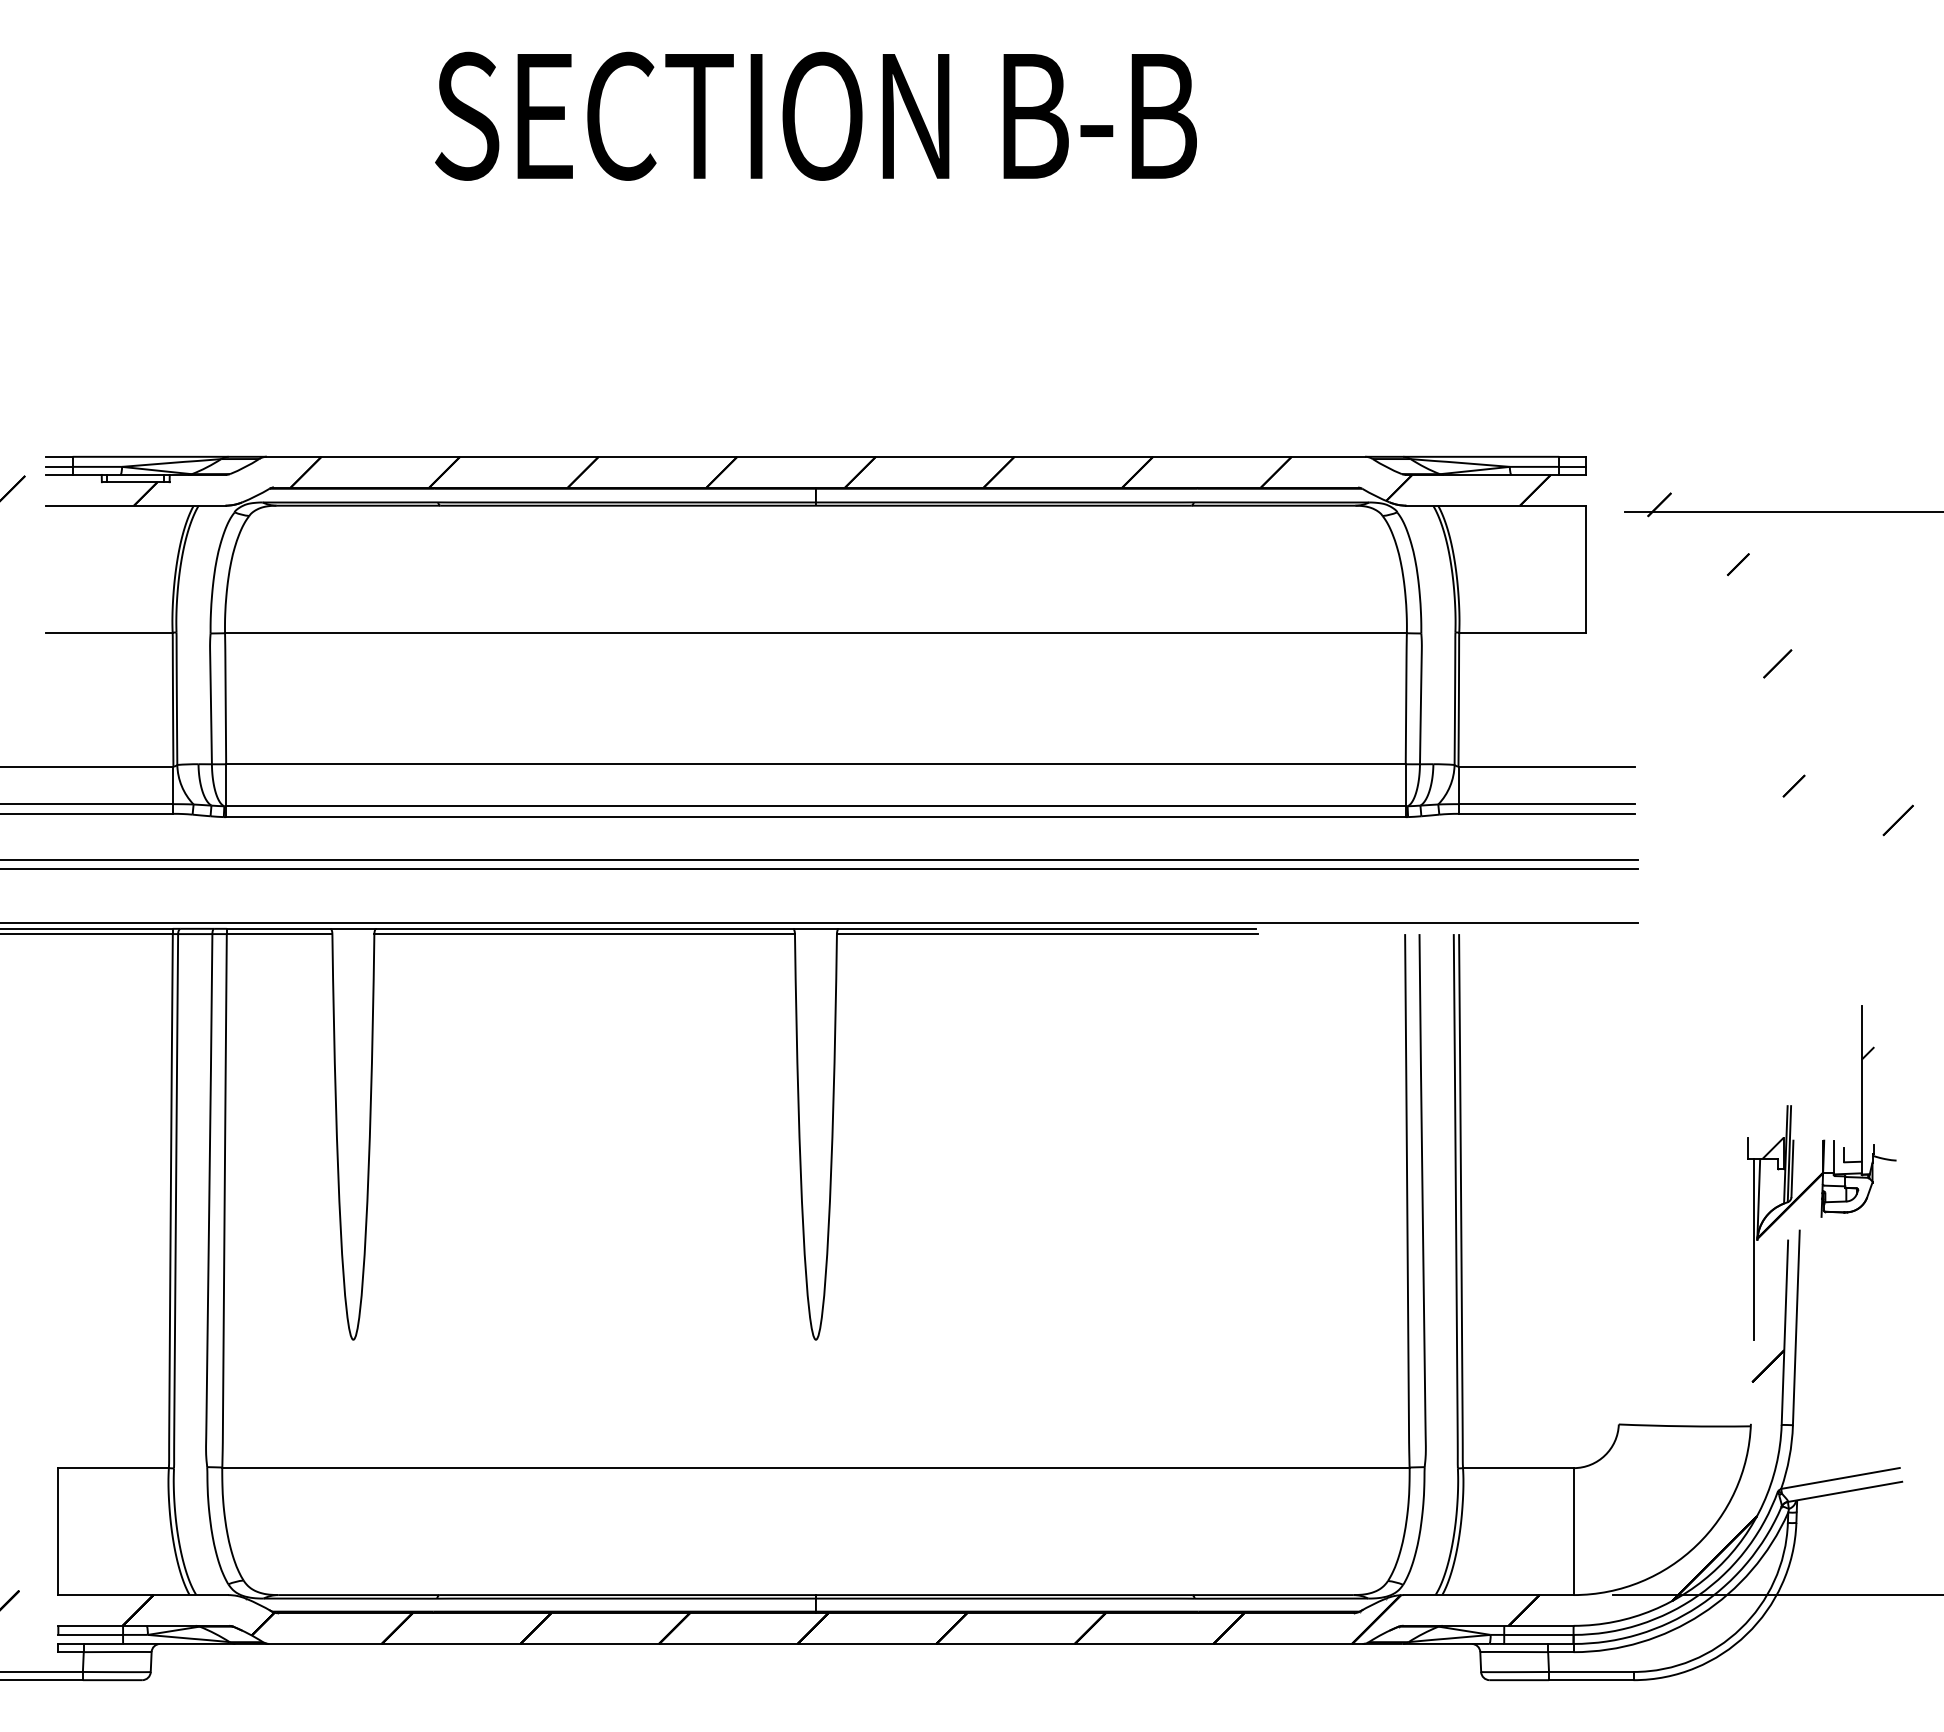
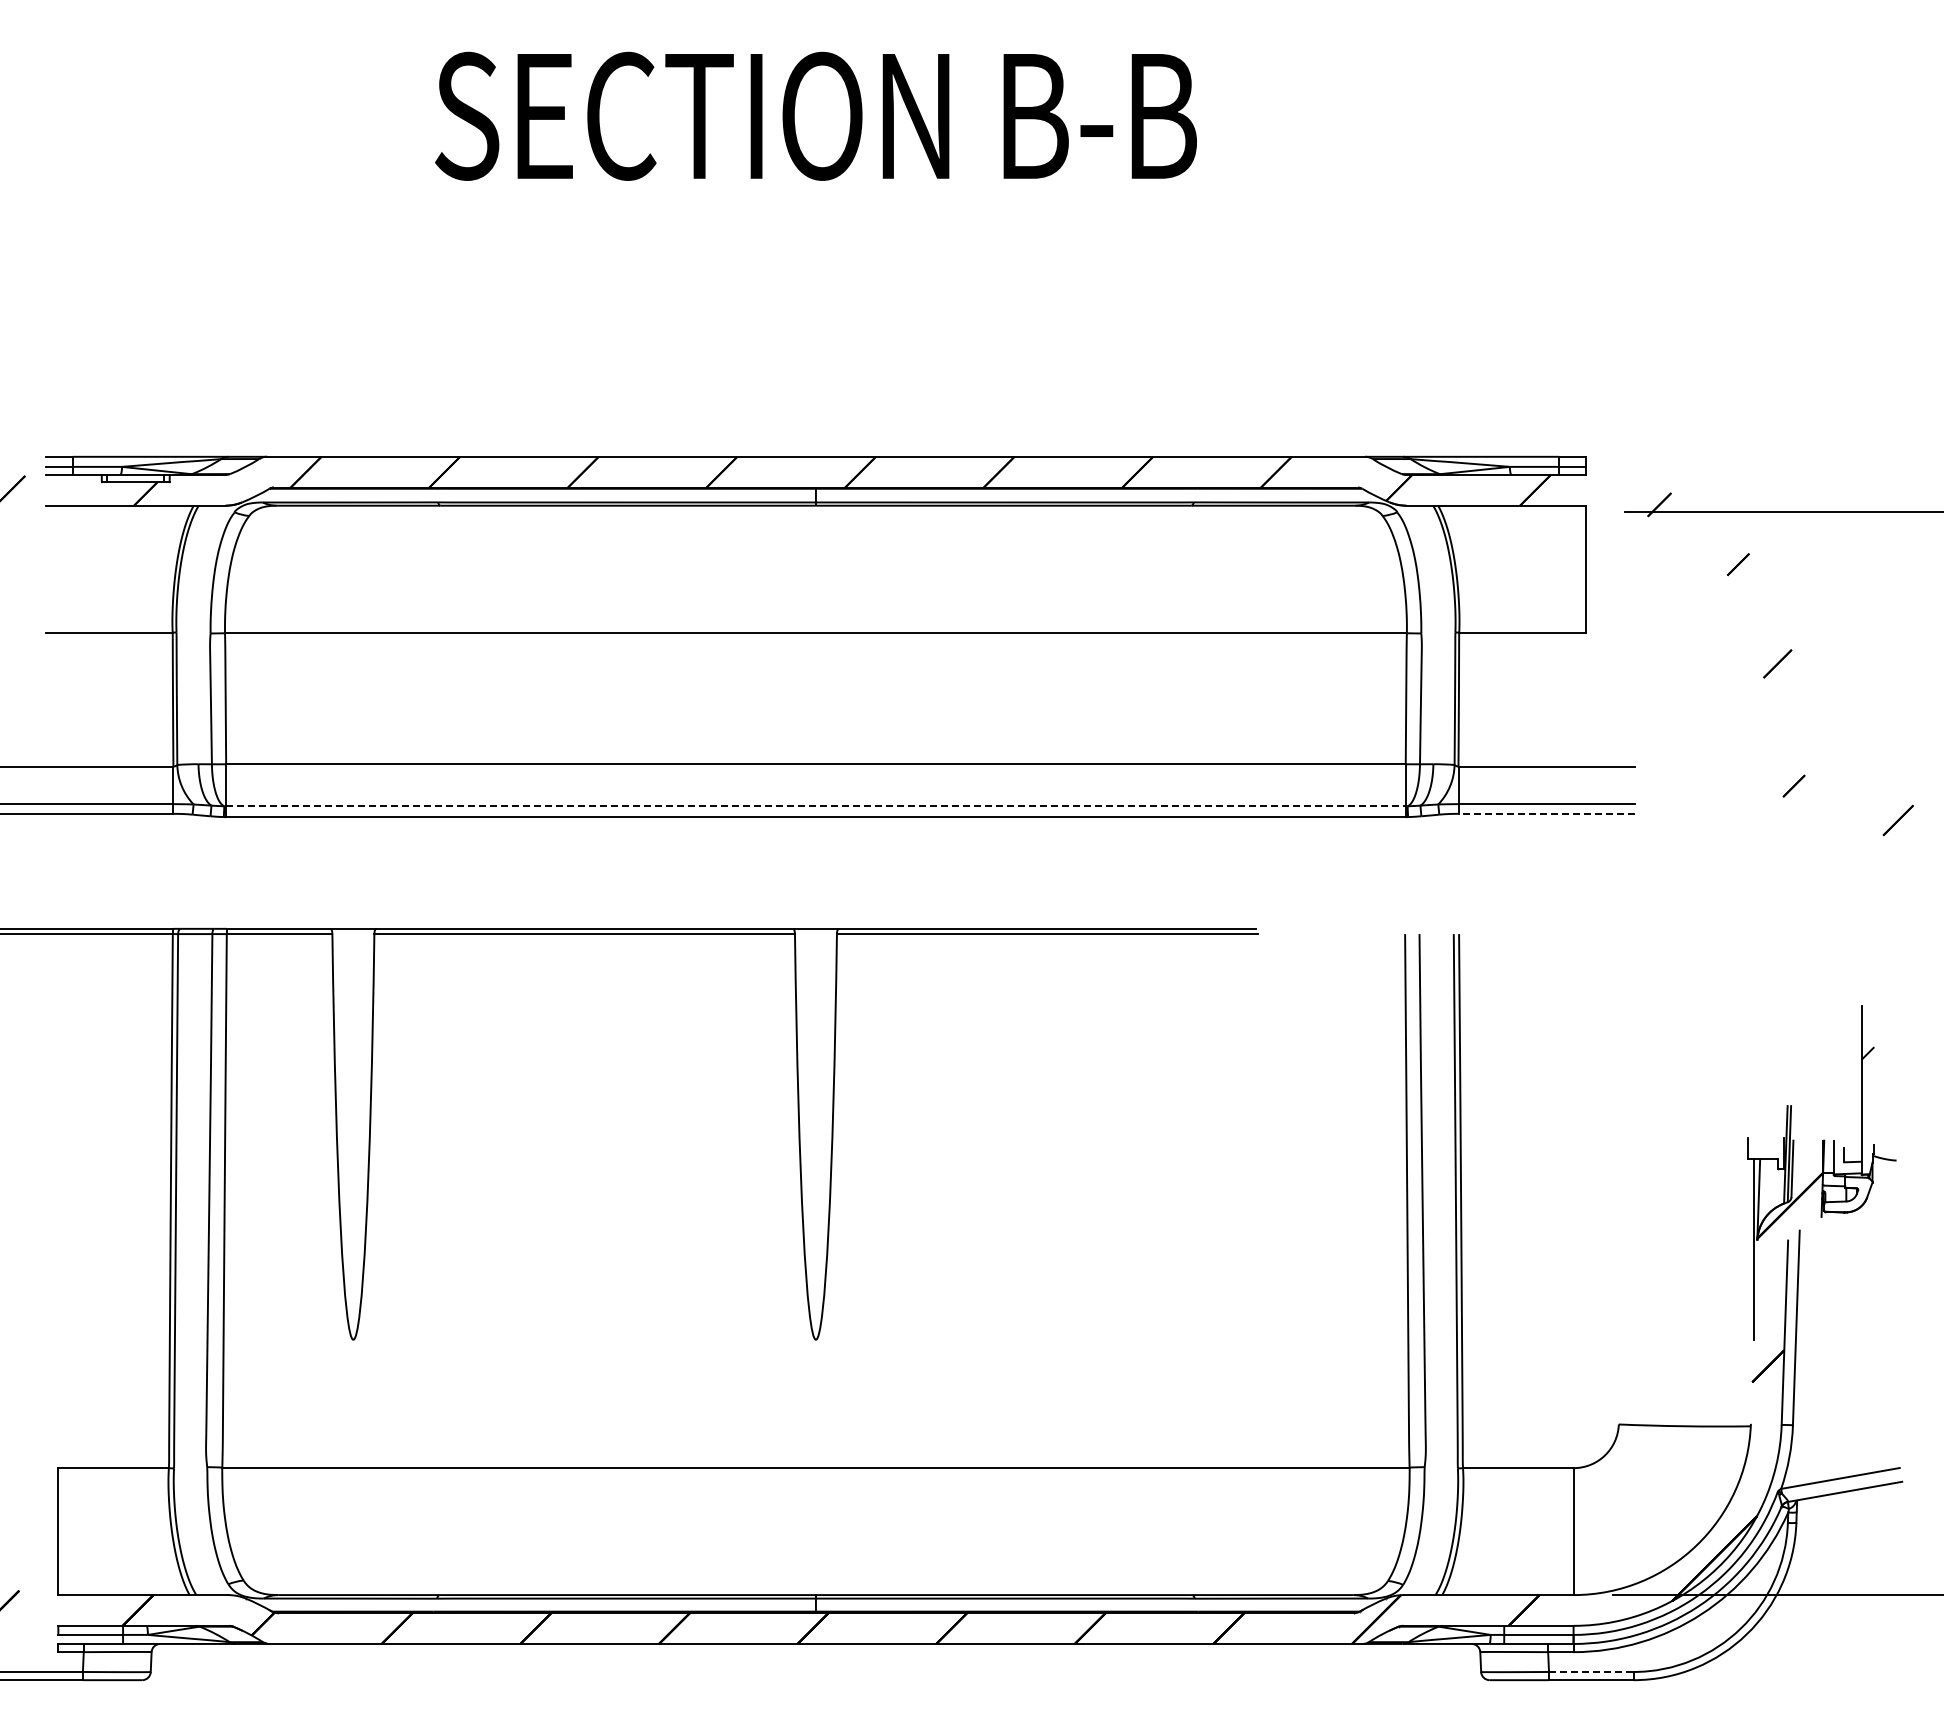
line at (815, 806): solid -> dashed
line at (1546, 813): solid -> dashed
line at (820, 859): present -> none
line at (820, 869): present -> none
line at (820, 923): present -> none
hatch at (1772, 1147): present -> none
line at (1591, 1671): solid -> dashed
